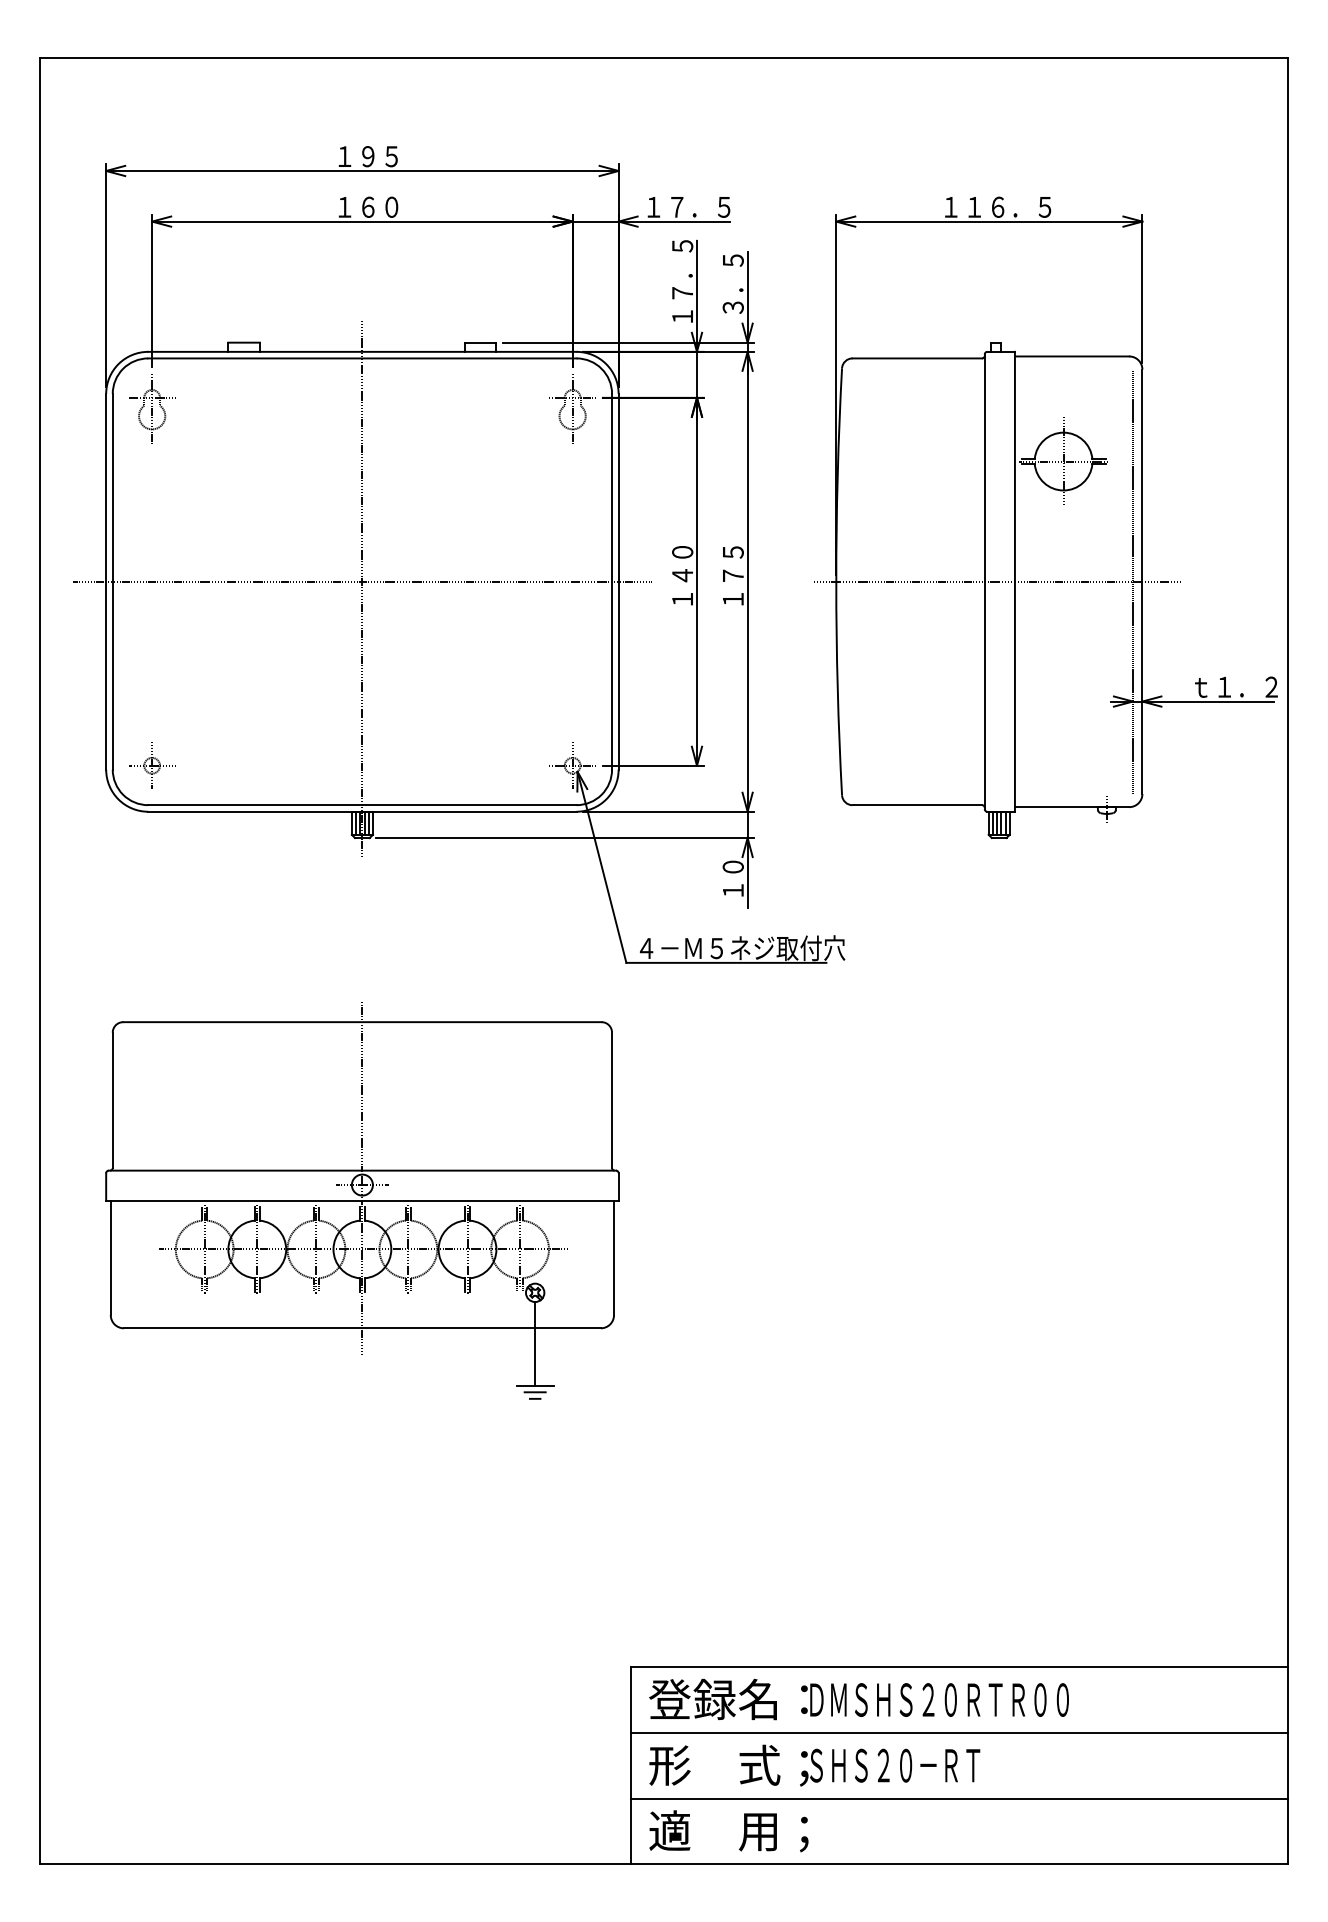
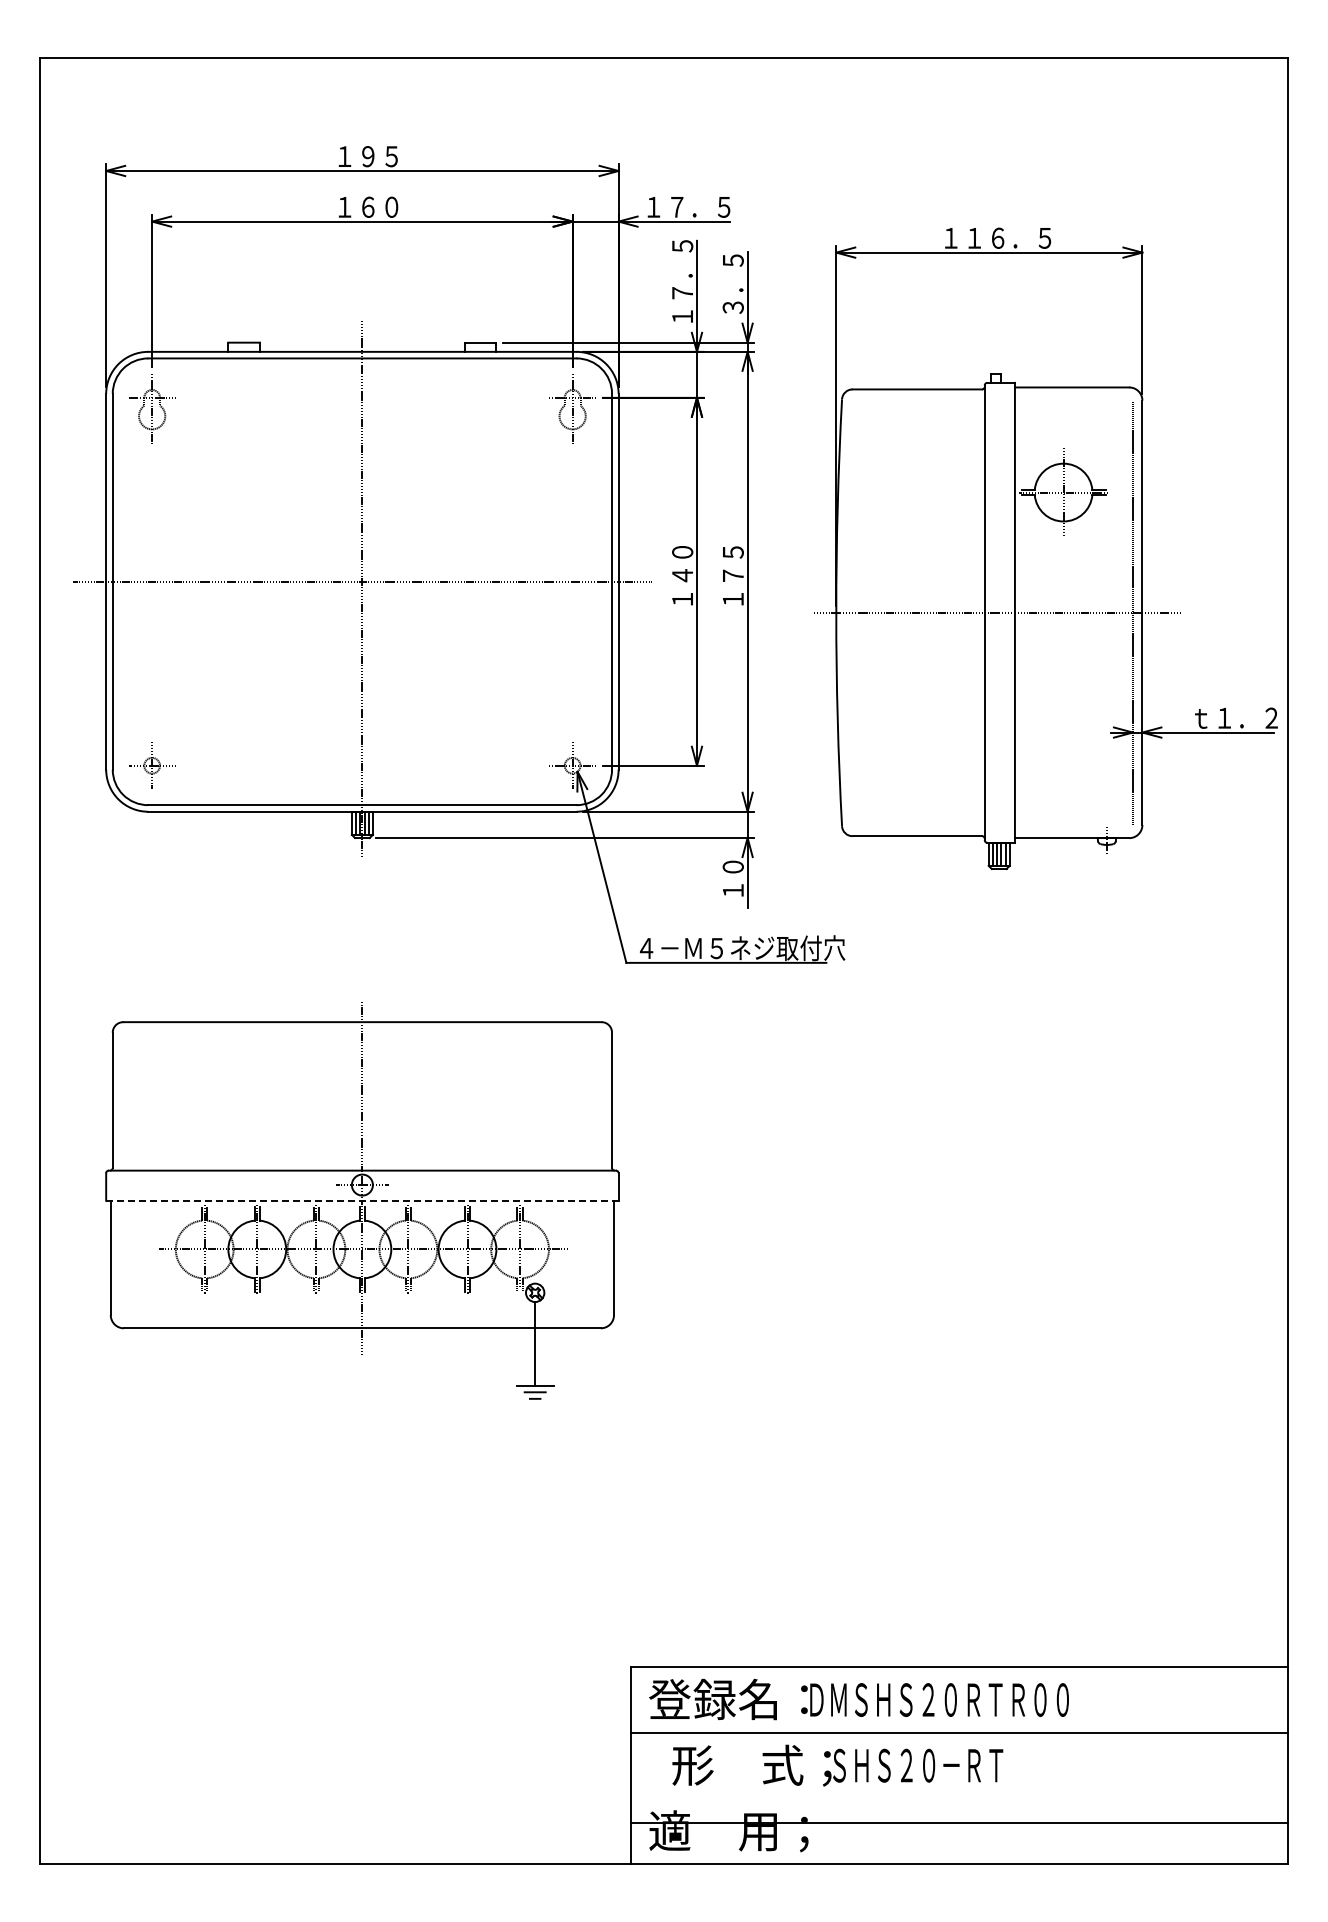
part at (1045, 517) position: (1045, 517) -> (1045, 548)
line at (362, 1200): solid -> dashed
text at (814, 1765) position: (814, 1765) -> (837, 1765)
line at (959, 1798) position: (959, 1798) -> (959, 1822)
